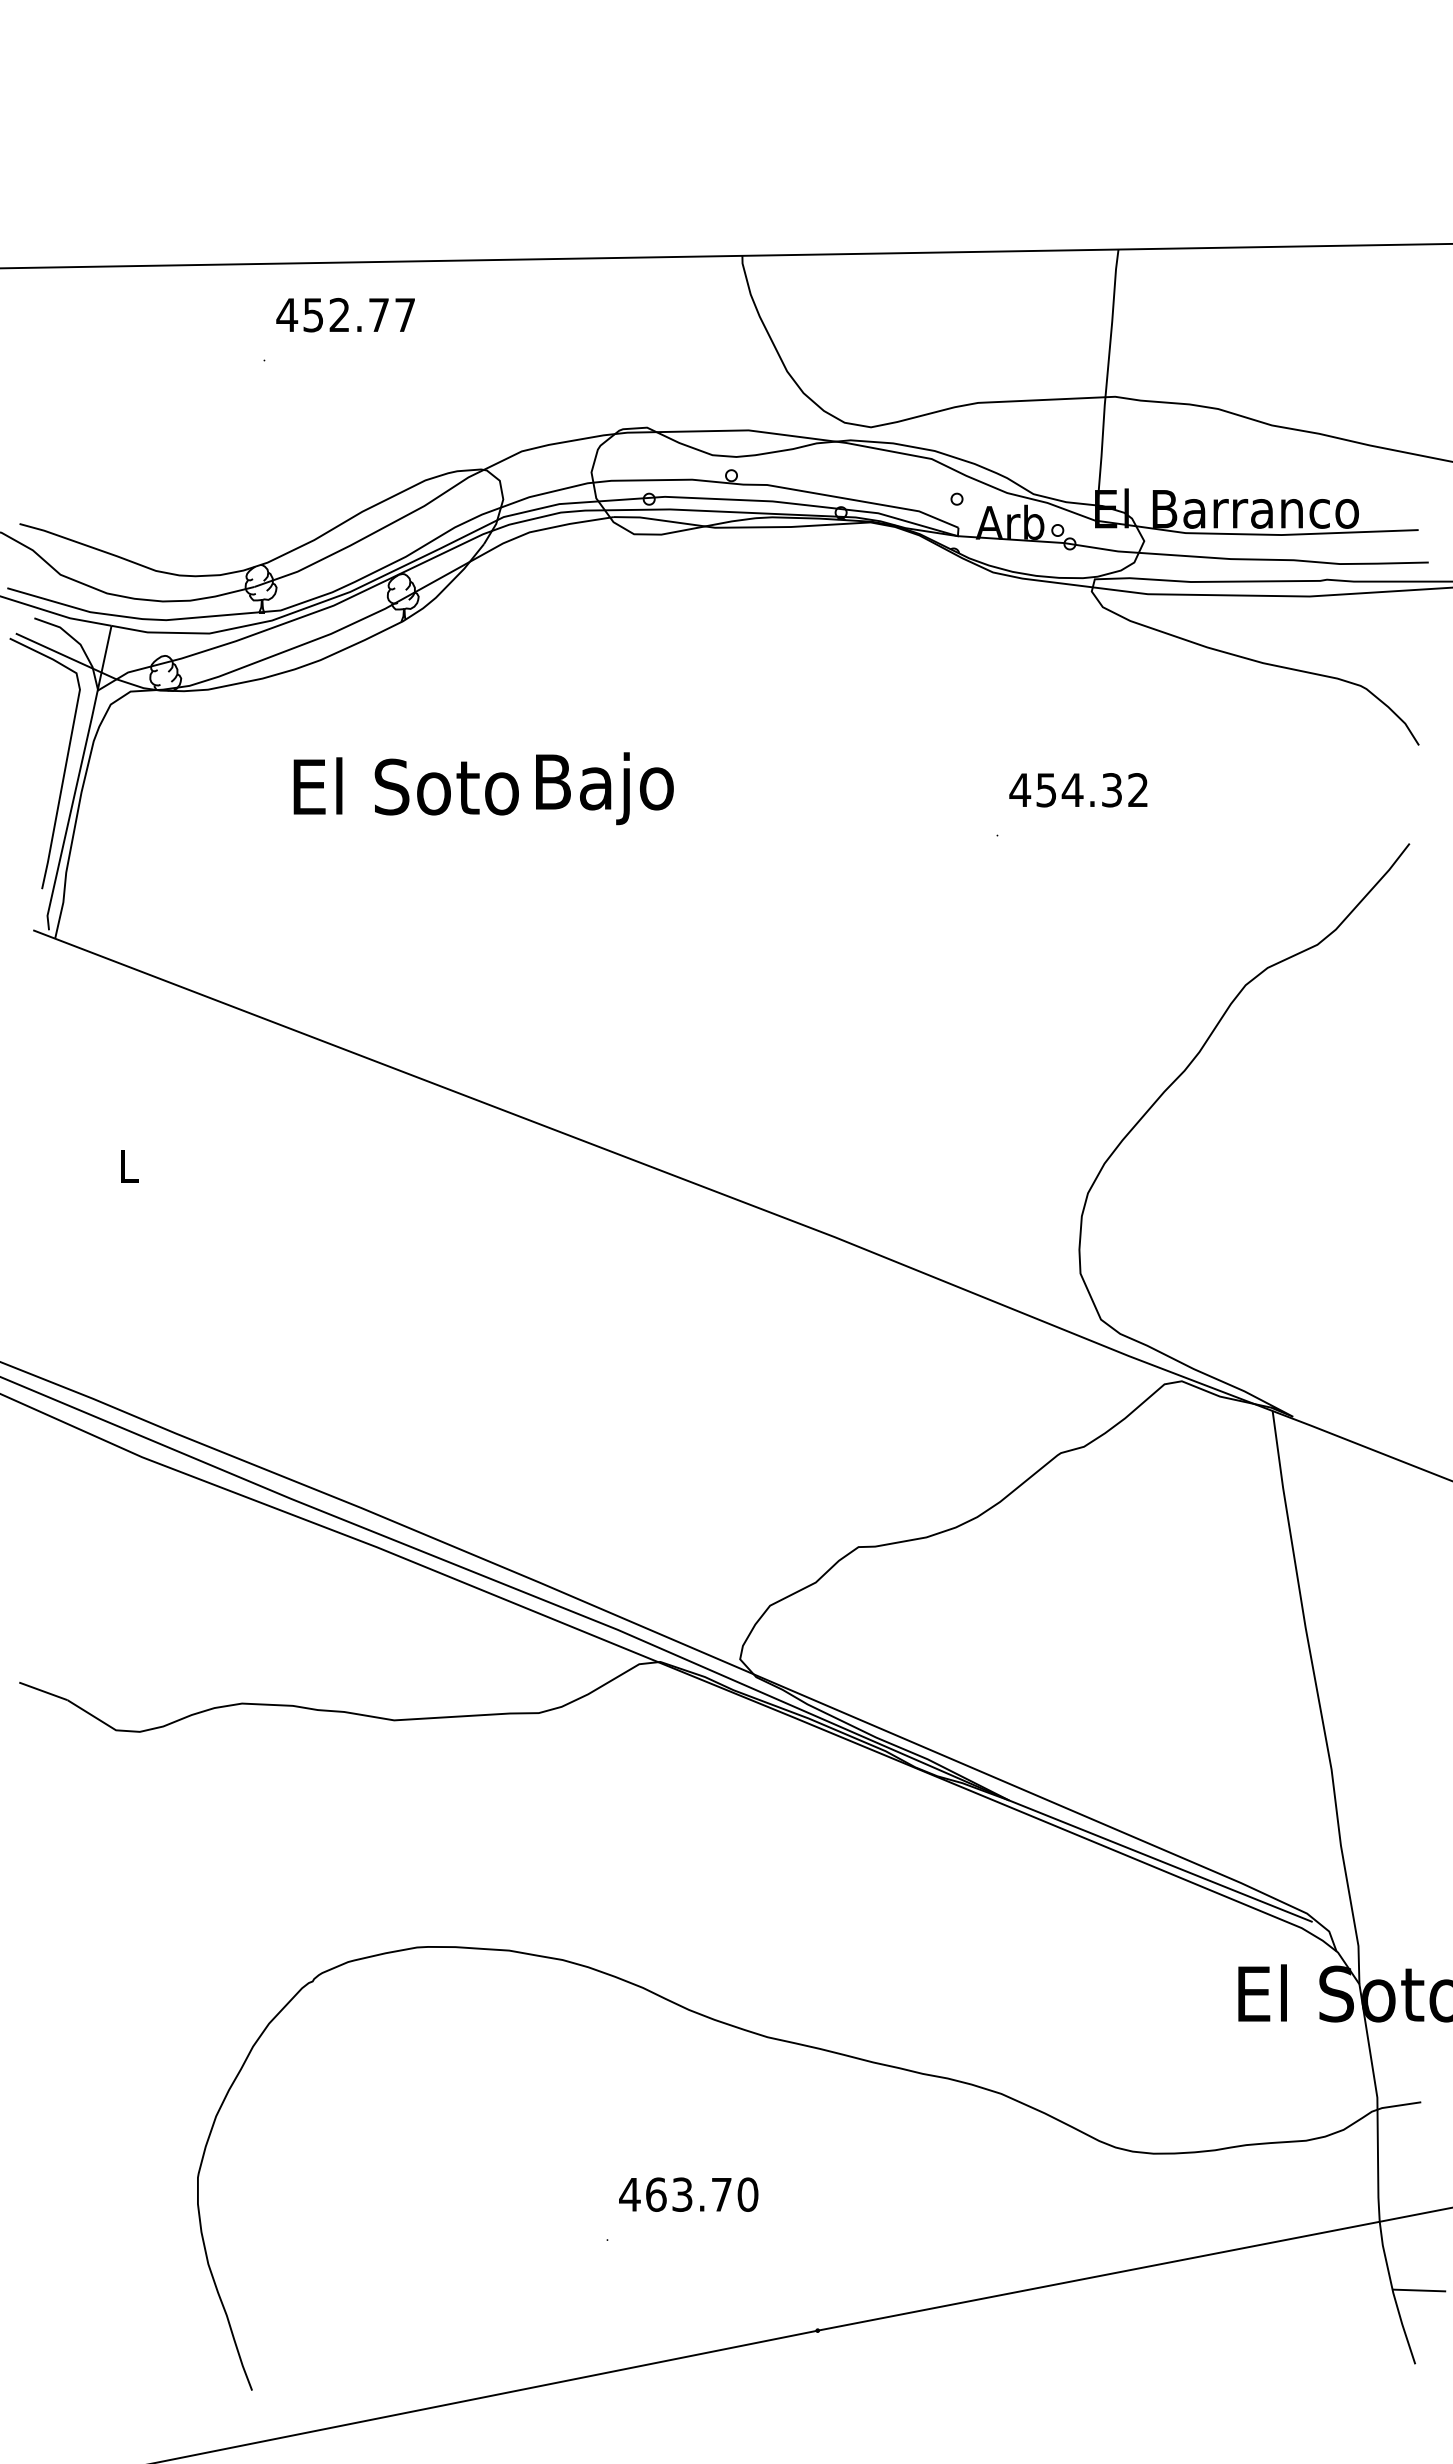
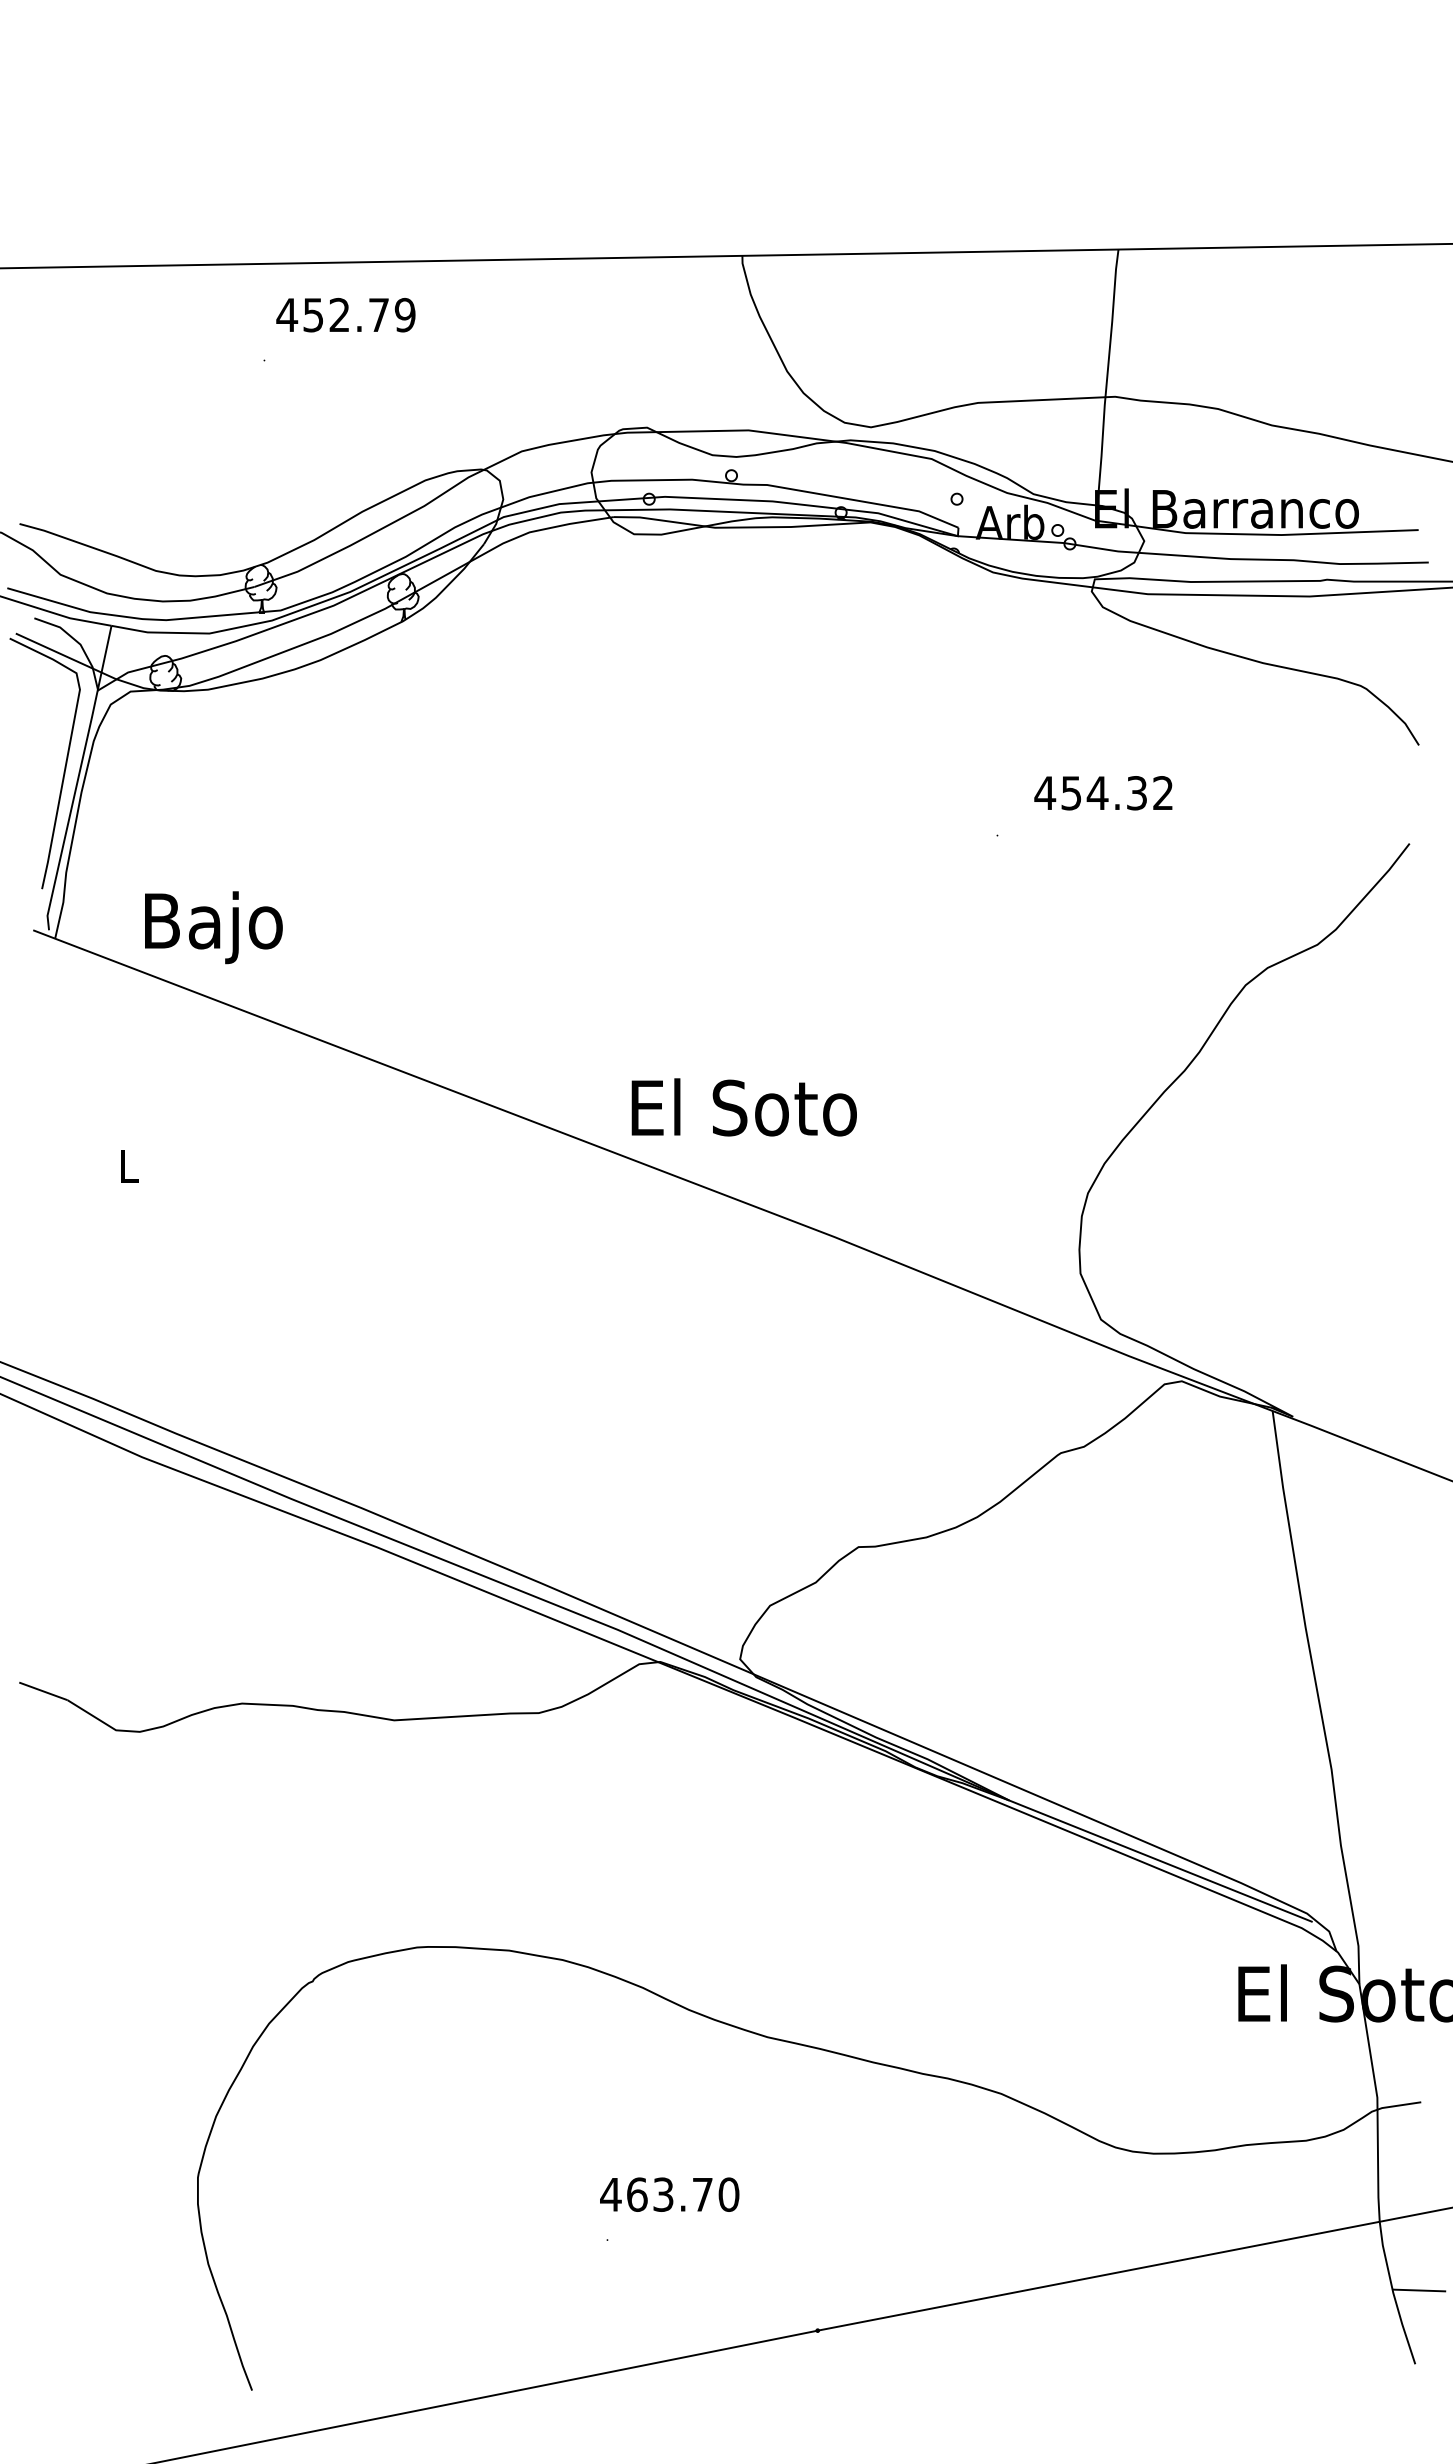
text at (404, 314): 452.77 -> 452.79
text at (405, 786) position: (405, 786) -> (743, 1107)
text at (604, 788) position: (604, 788) -> (213, 927)
text at (1078, 790) position: (1078, 790) -> (1103, 793)
text at (688, 2194) position: (688, 2194) -> (669, 2194)
